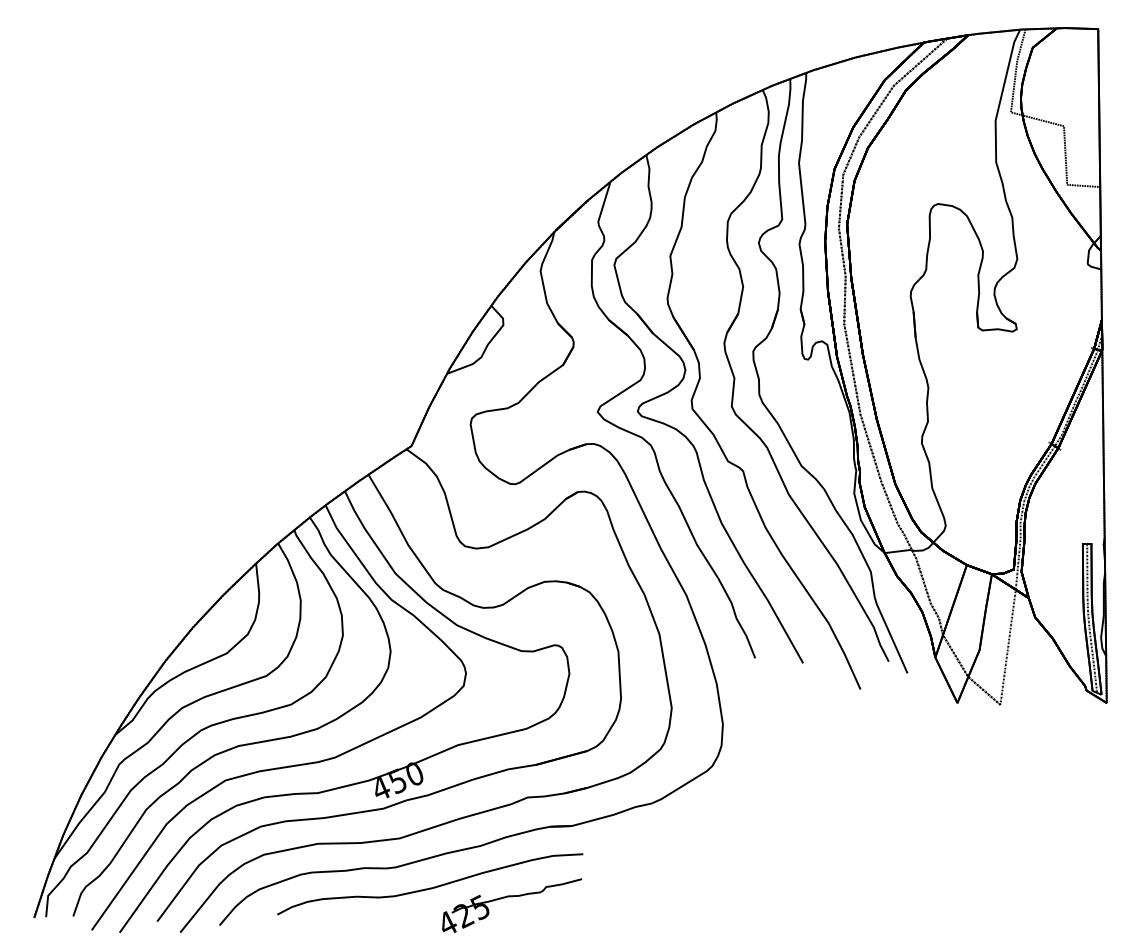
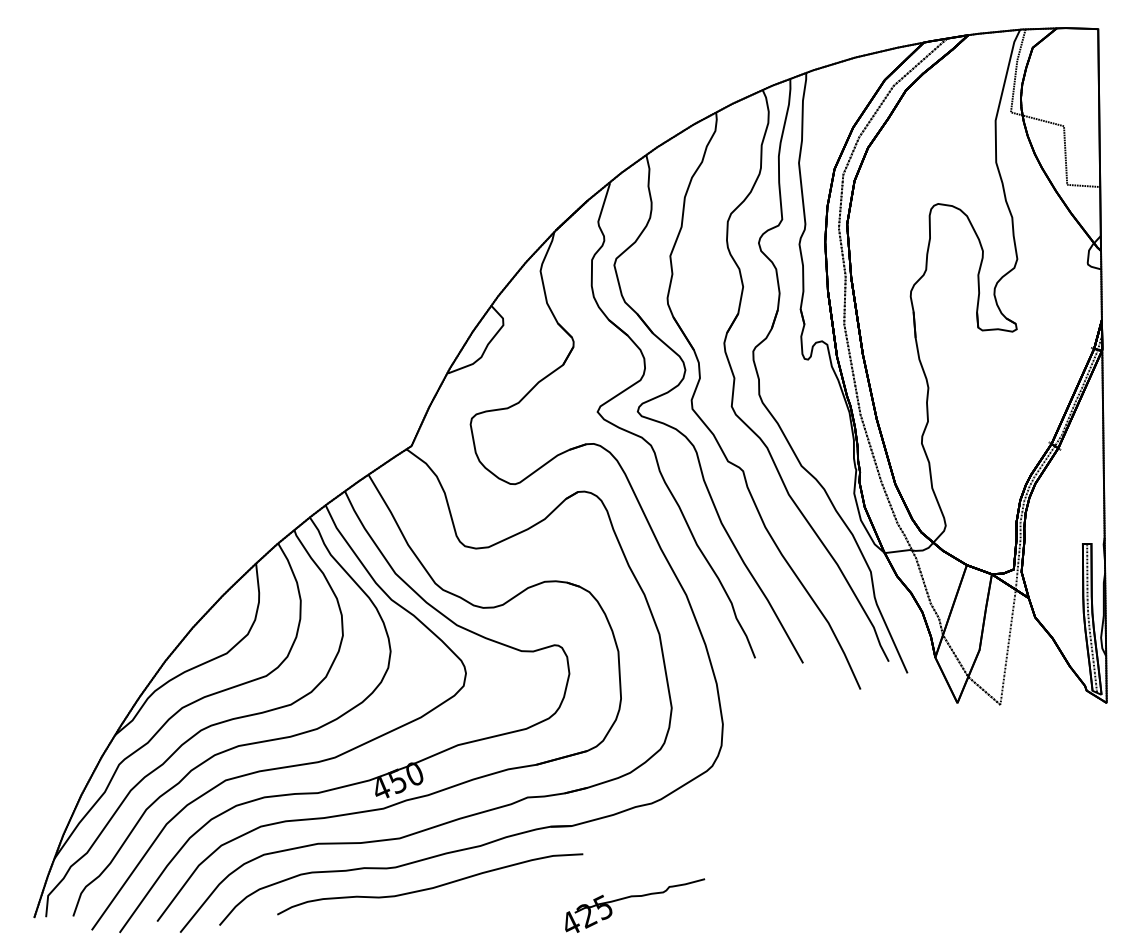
part at (512, 897) position: (512, 897) -> (635, 897)
